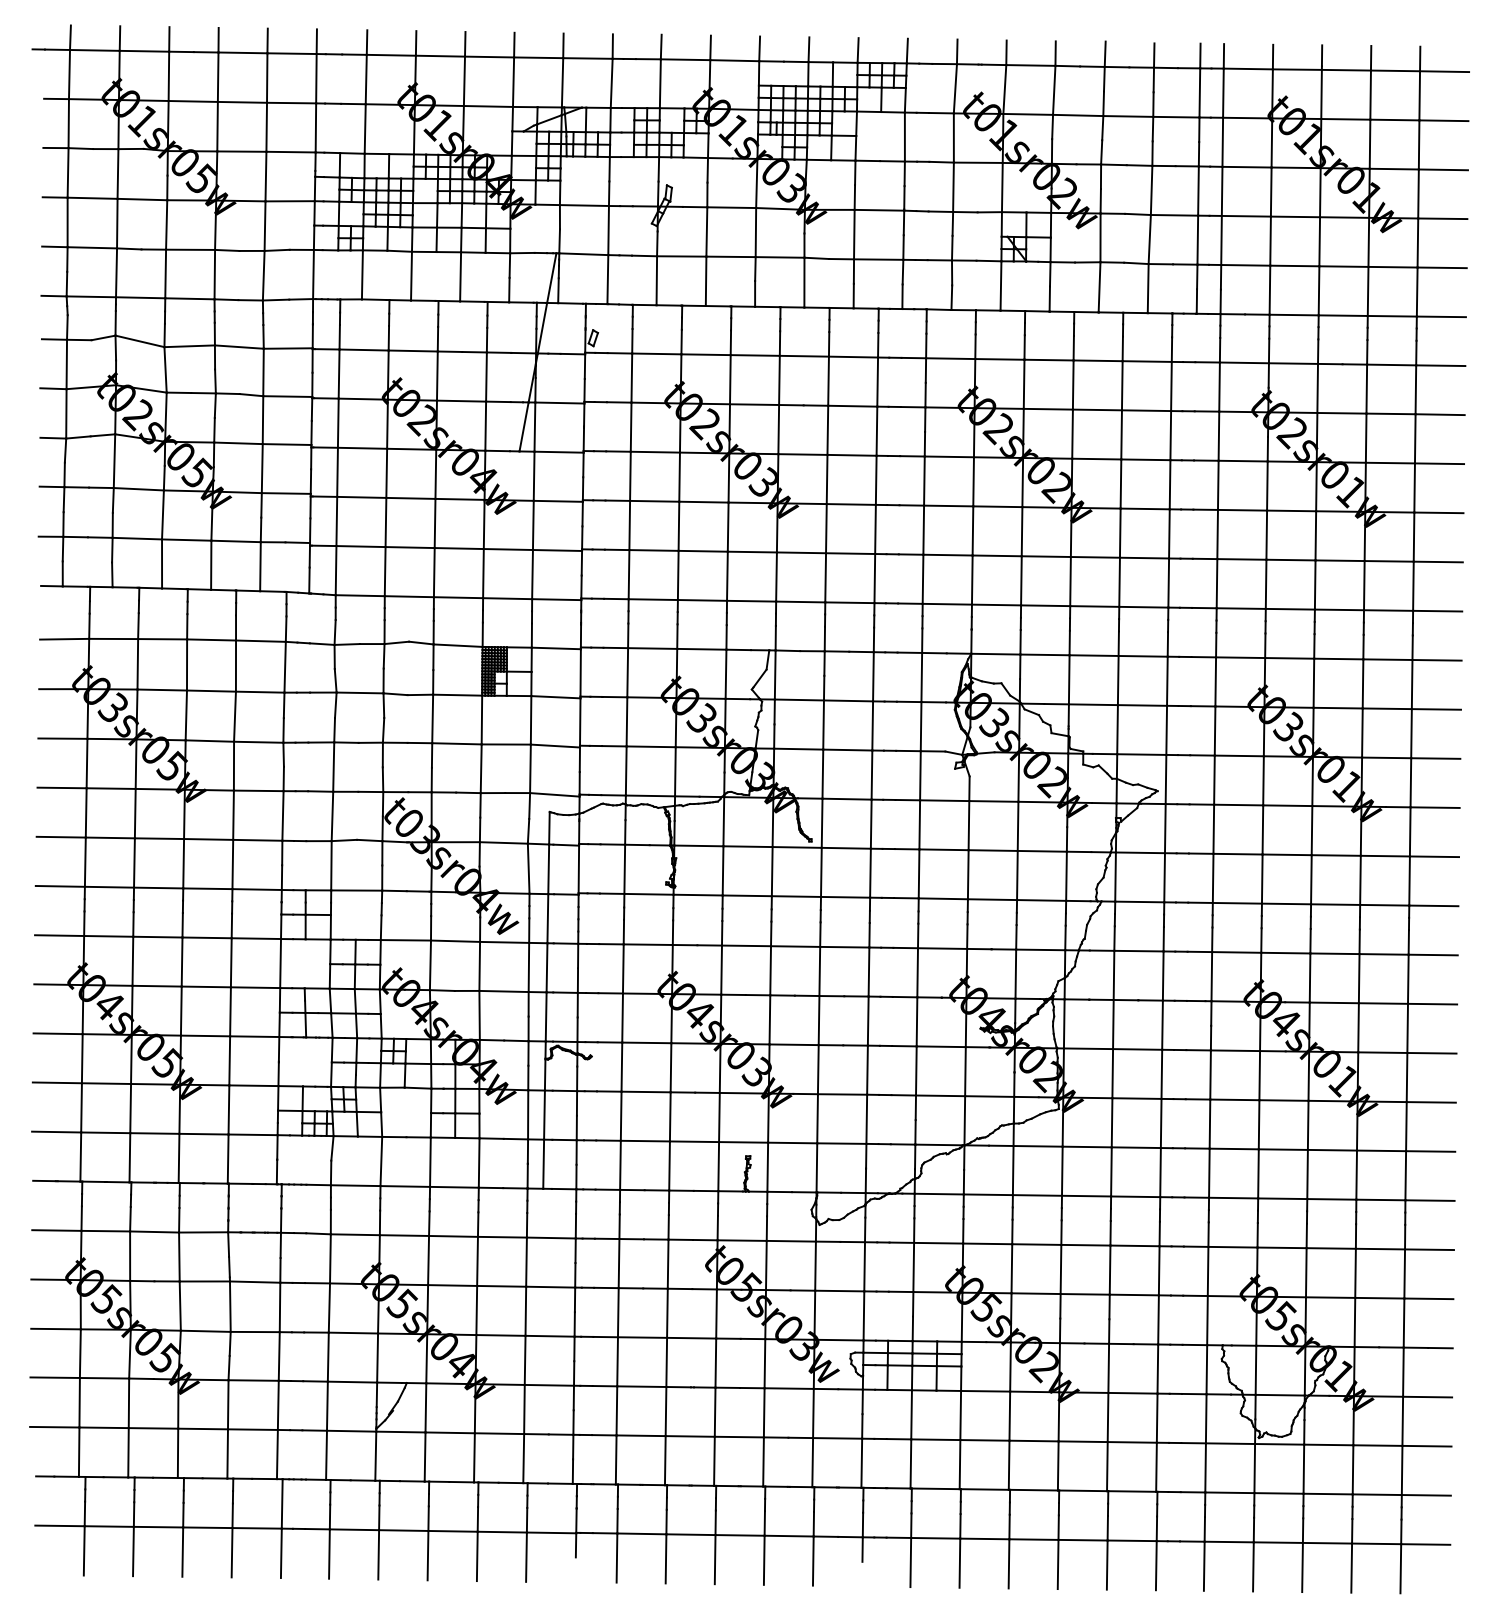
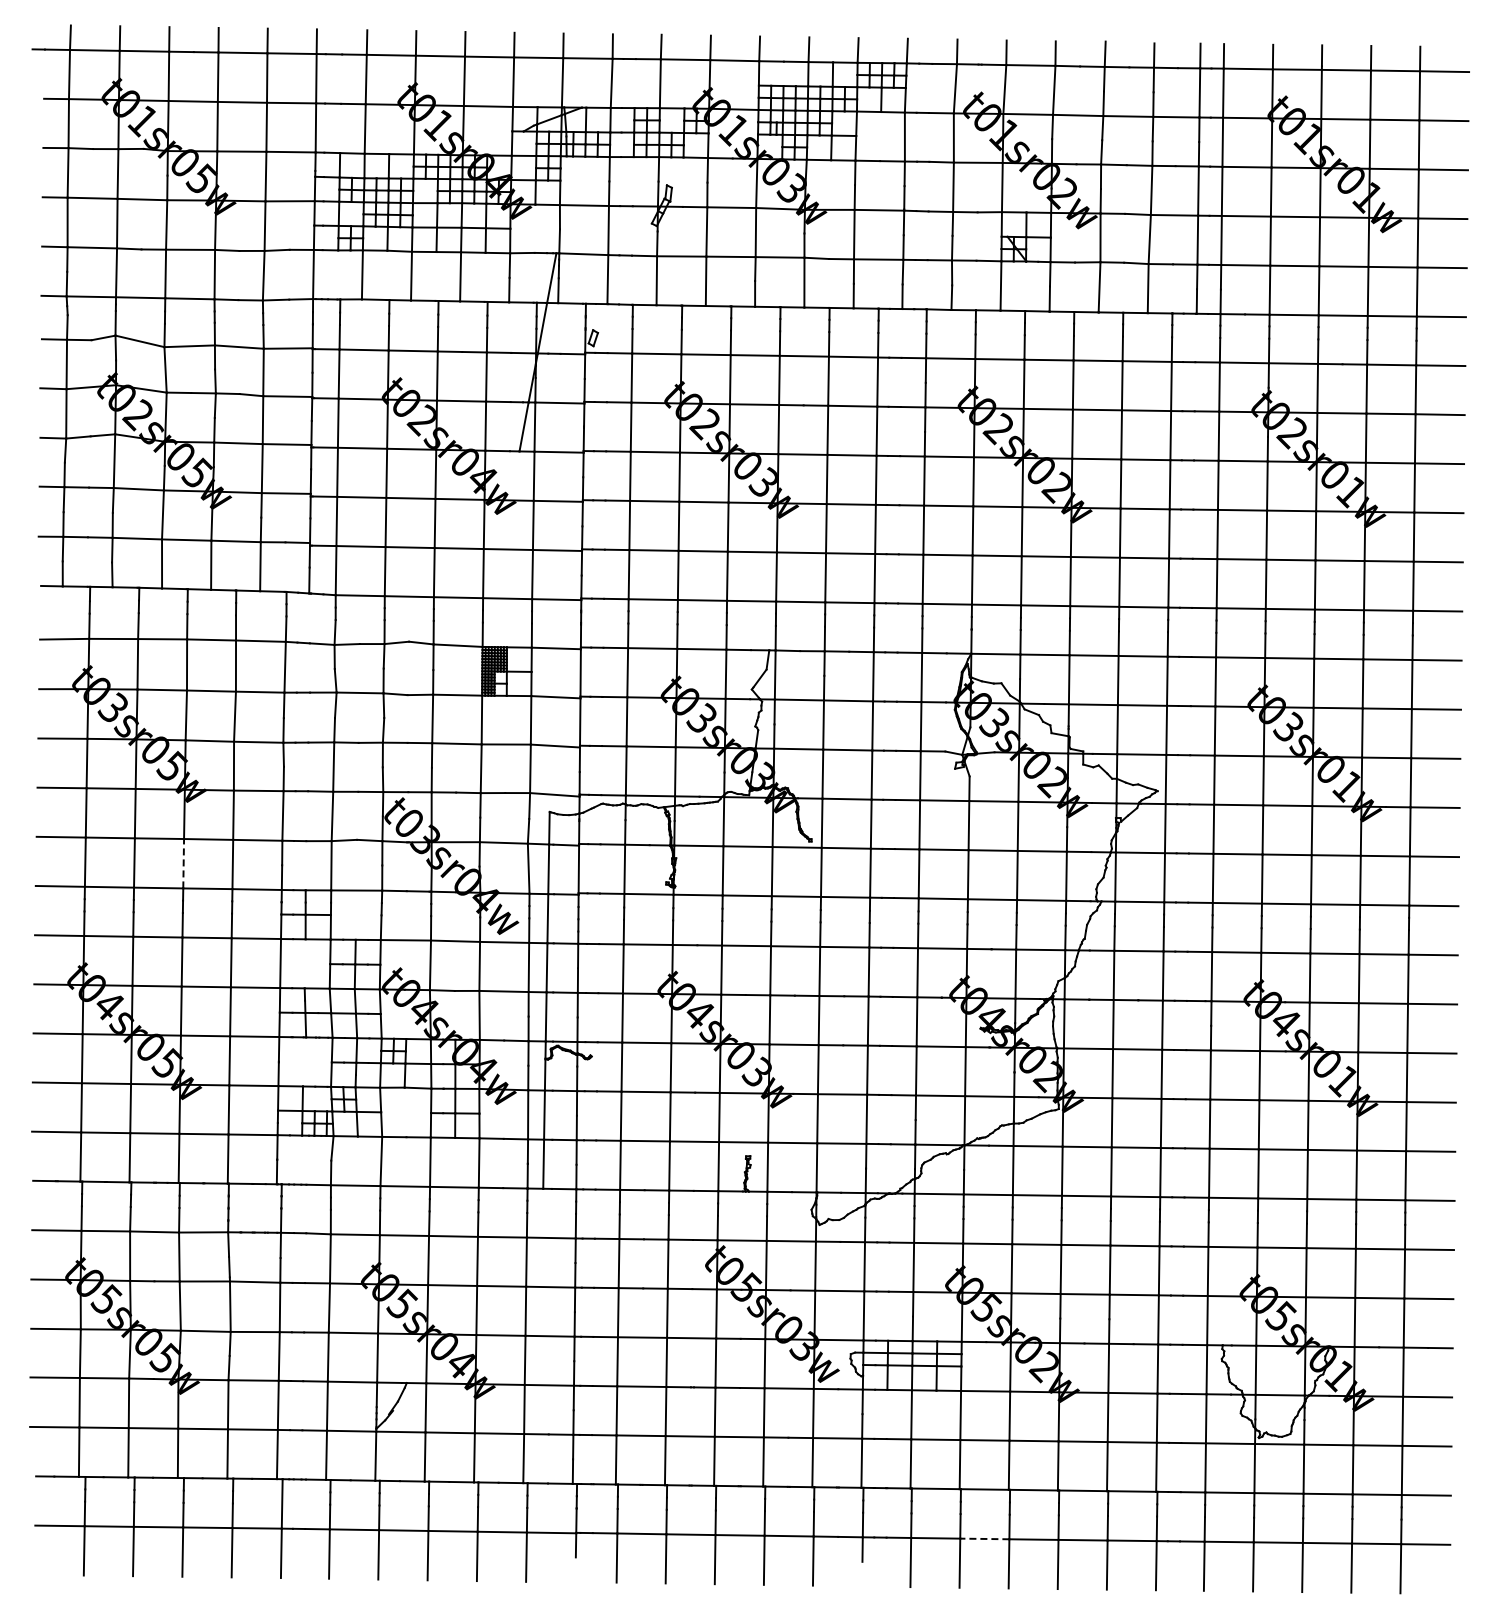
line at (183, 863): solid -> dashed
line at (984, 1538): solid -> dashed
